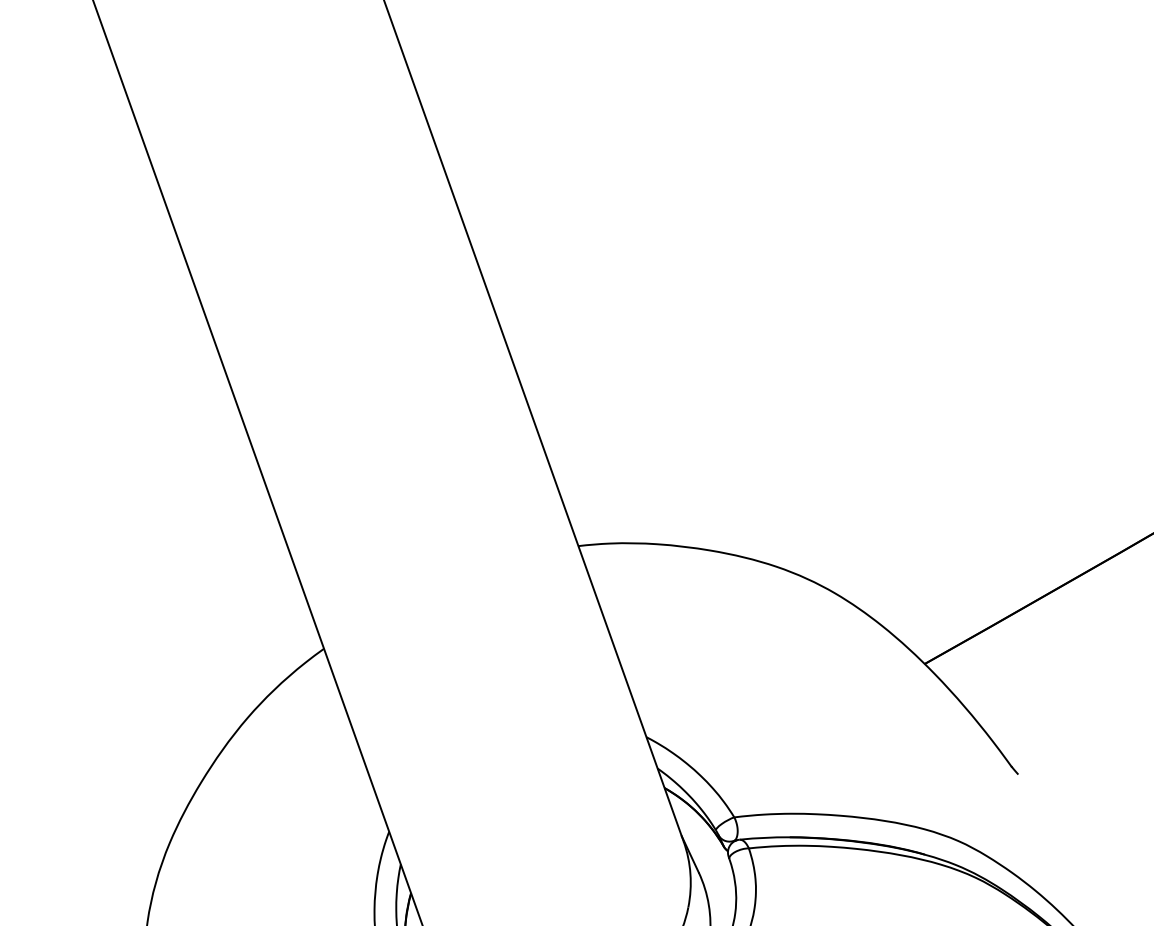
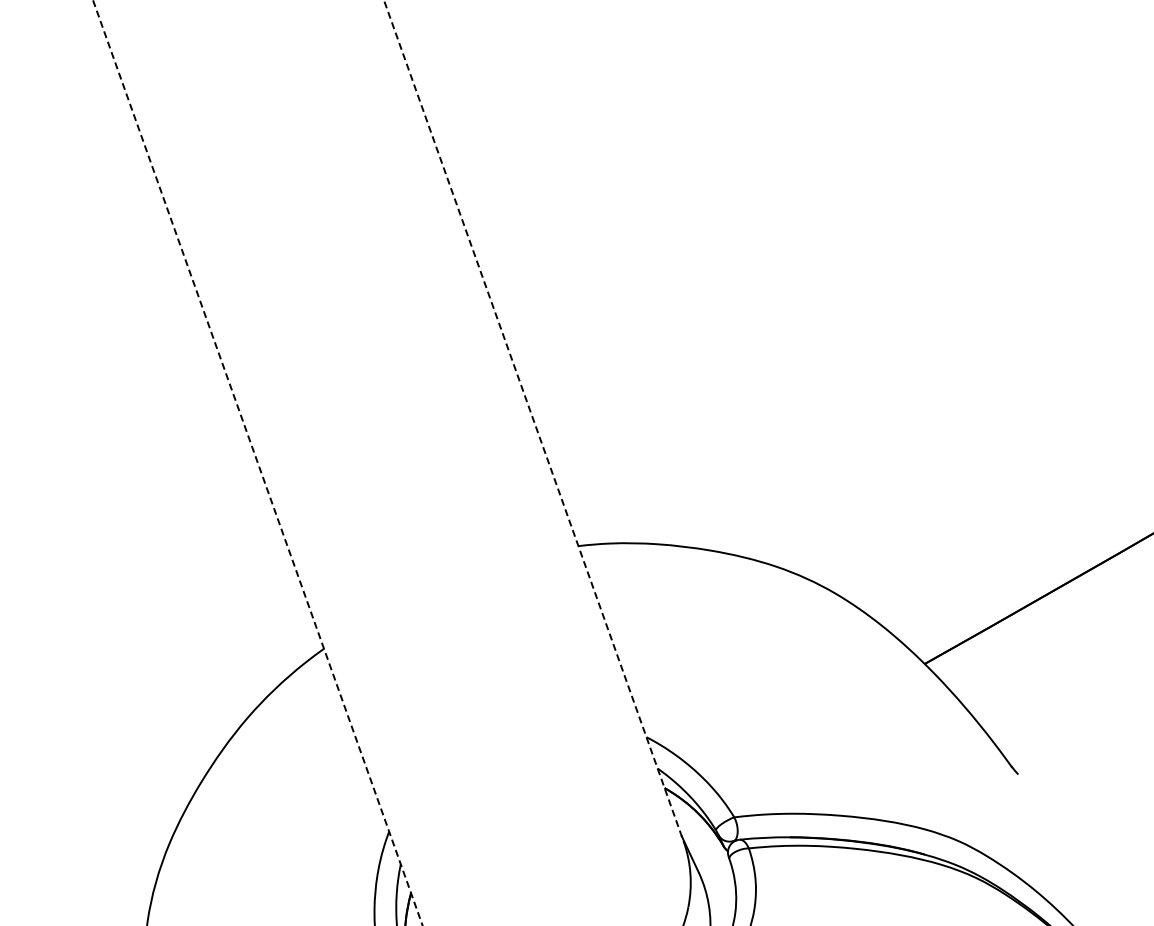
line at (534, 421): solid -> dashed
line at (257, 463): solid -> dashed
